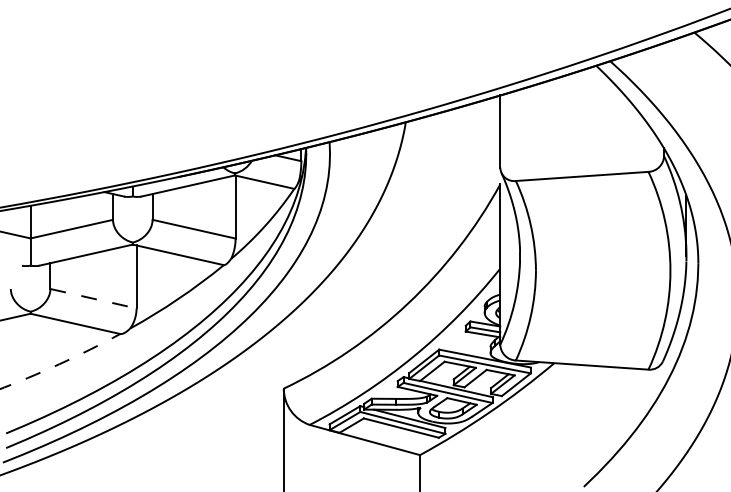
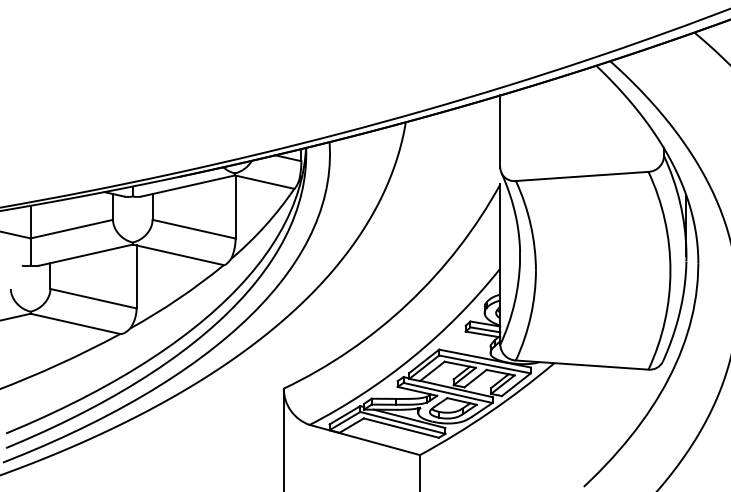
line at (94, 298): dashed -> solid
arc at (61, 363): dashed -> solid
